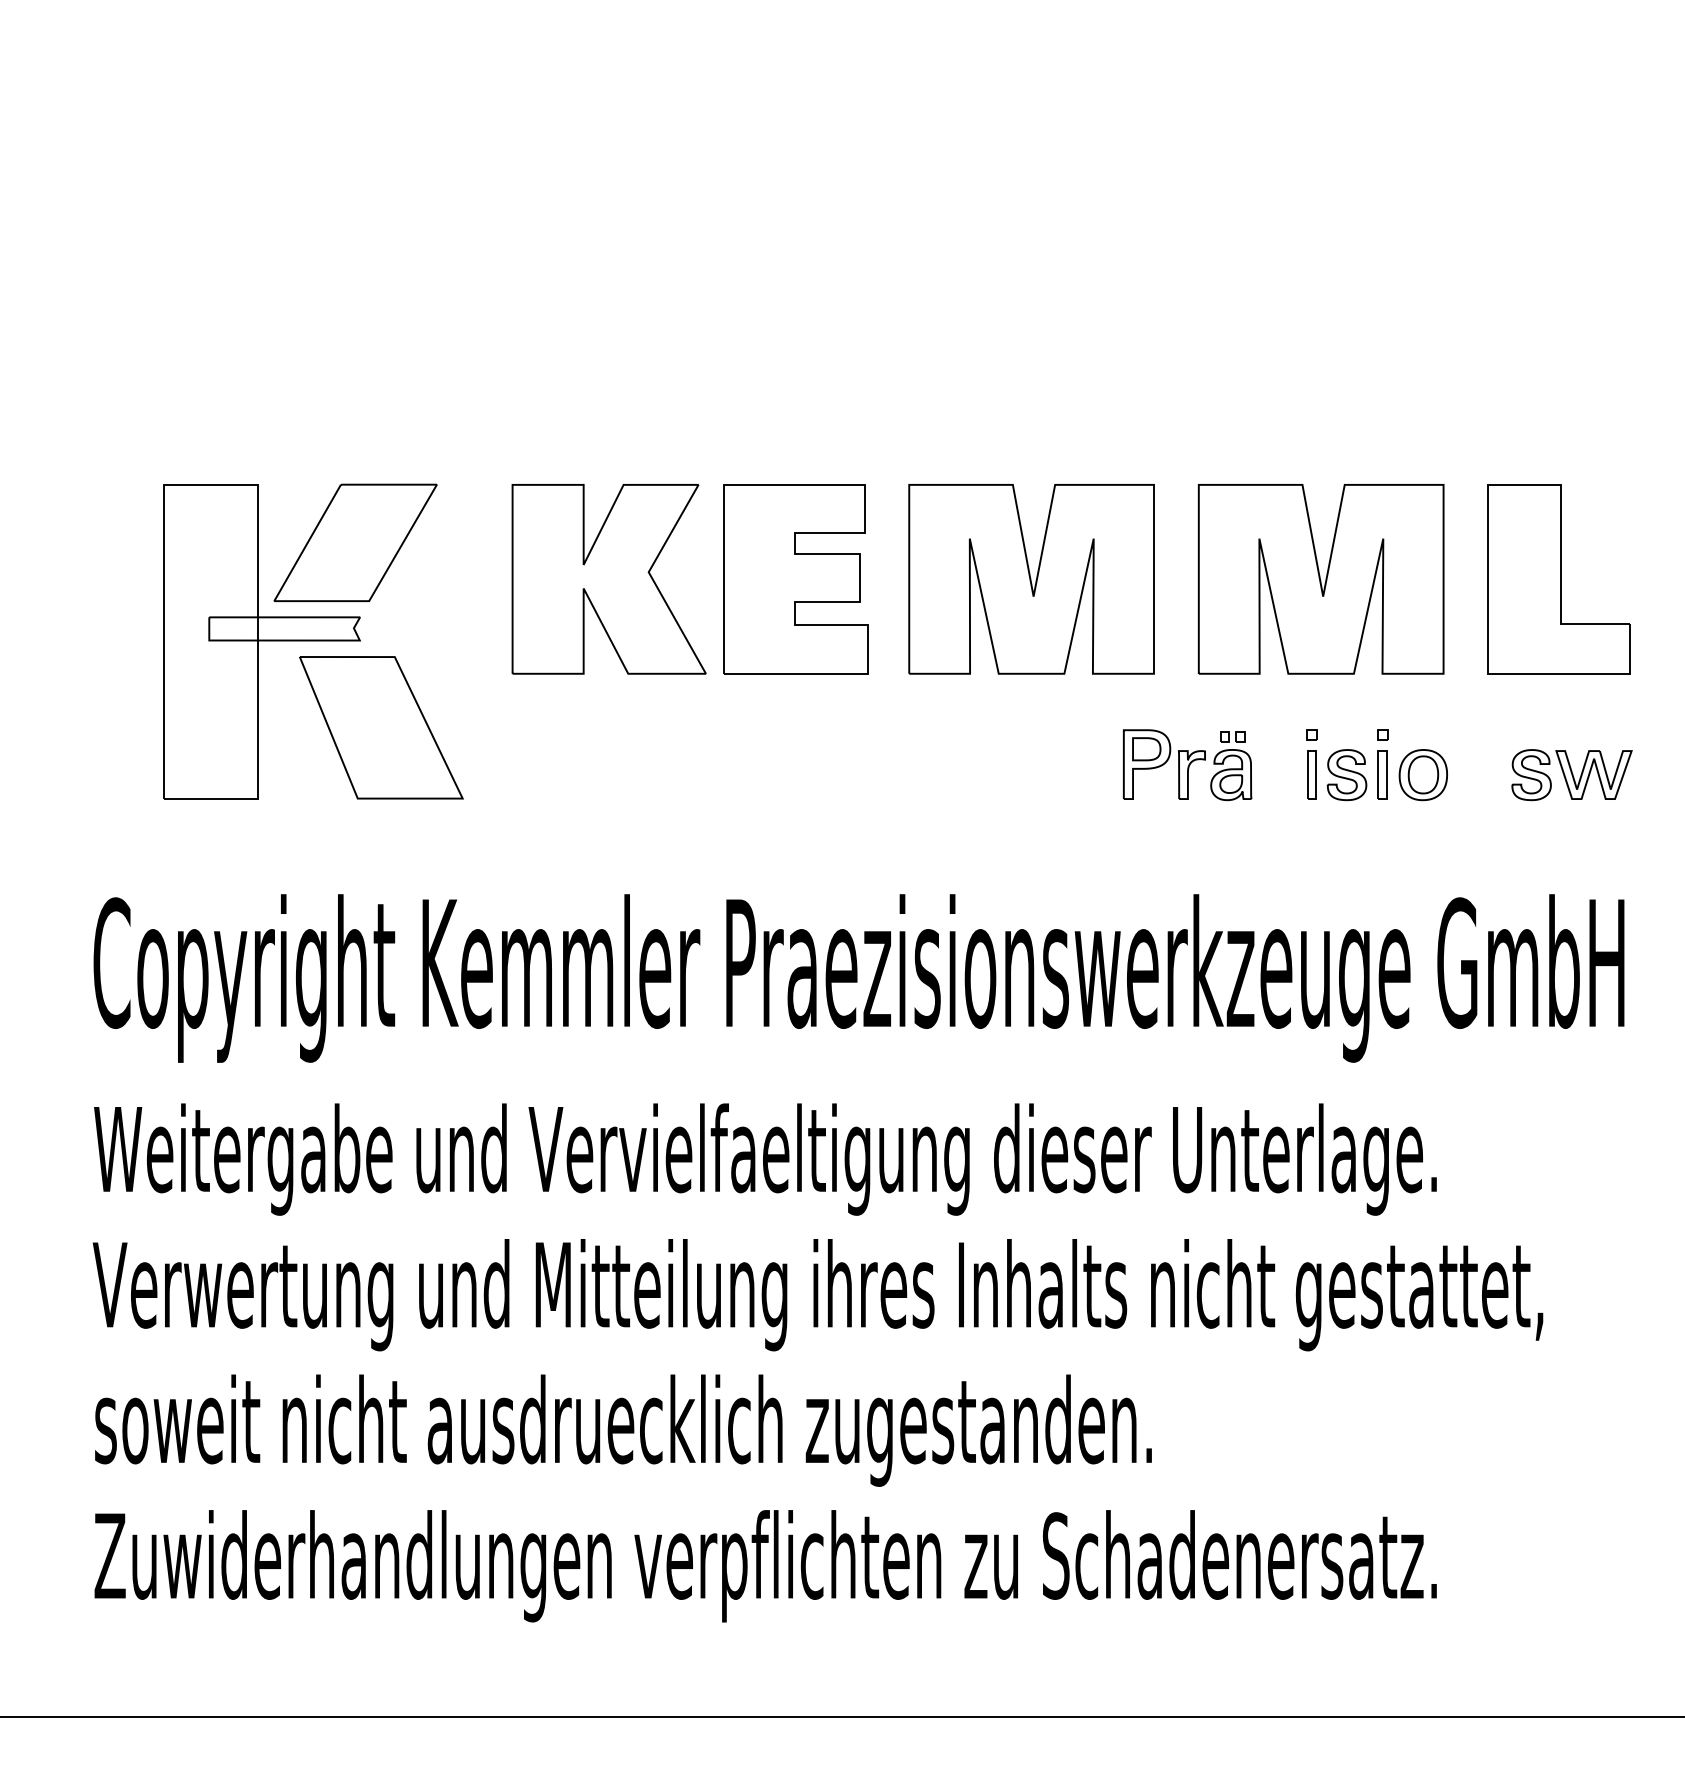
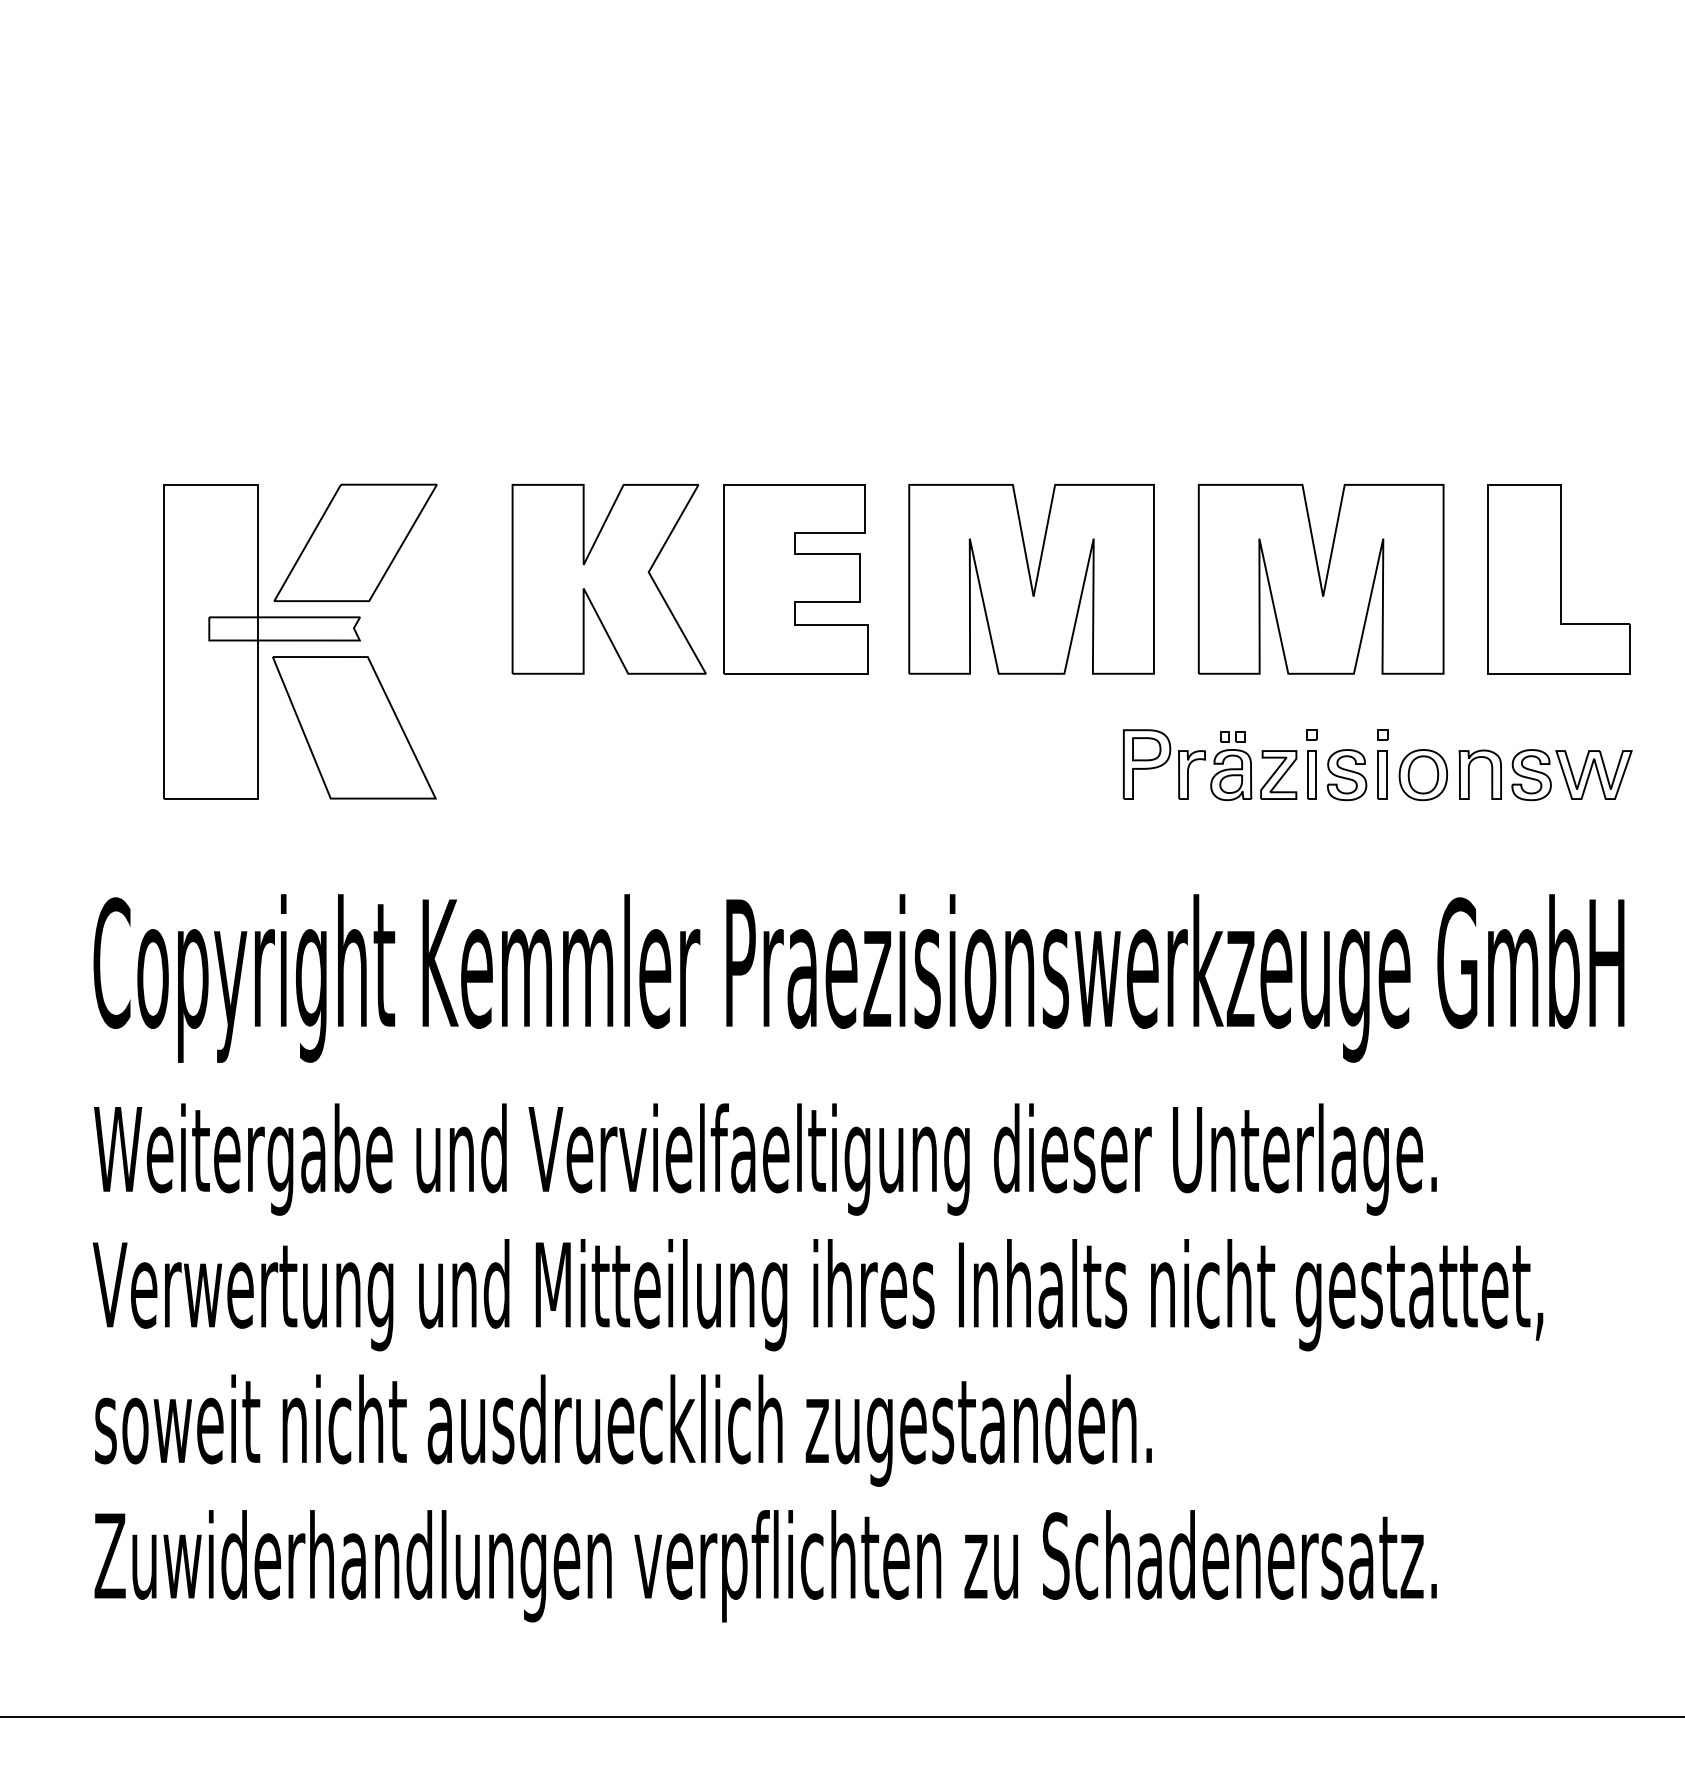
part at (381, 727) position: (381, 727) -> (354, 727)
part at (1278, 774): none -> present
part at (1469, 774): none -> present
